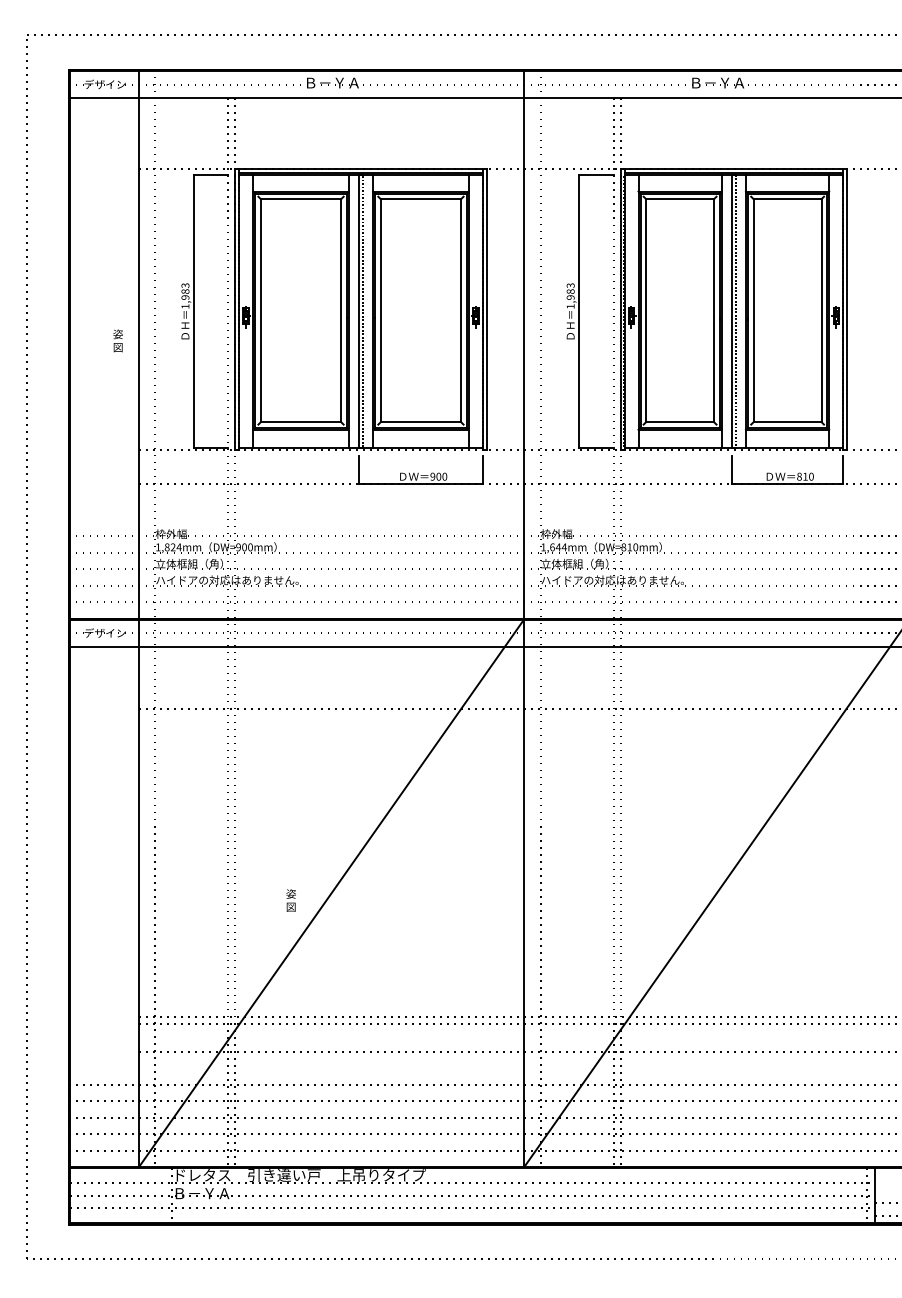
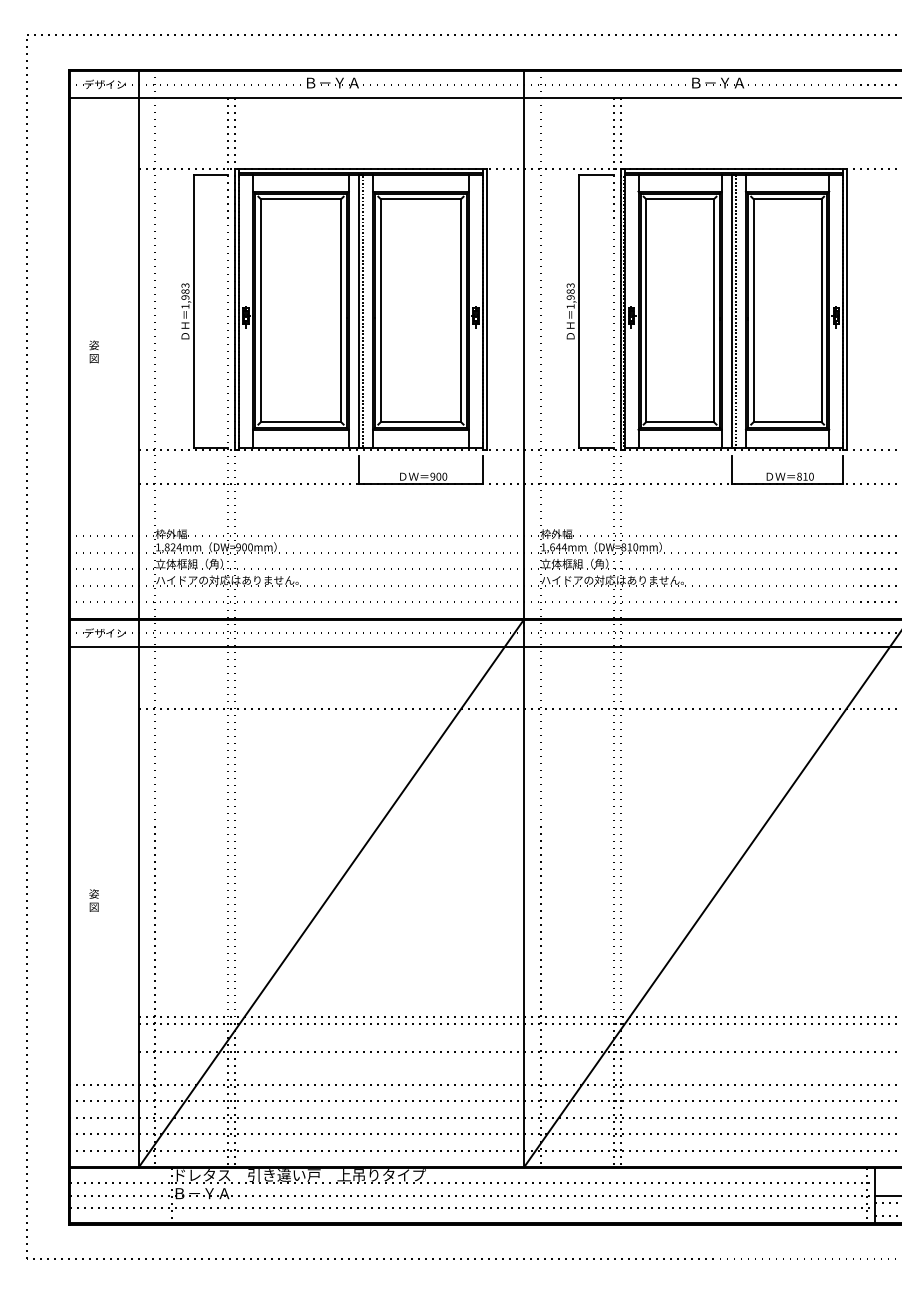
text at (117, 340) position: (117, 340) -> (93, 351)
text at (290, 900) position: (290, 900) -> (93, 900)
line at (886, 1195): none -> present
